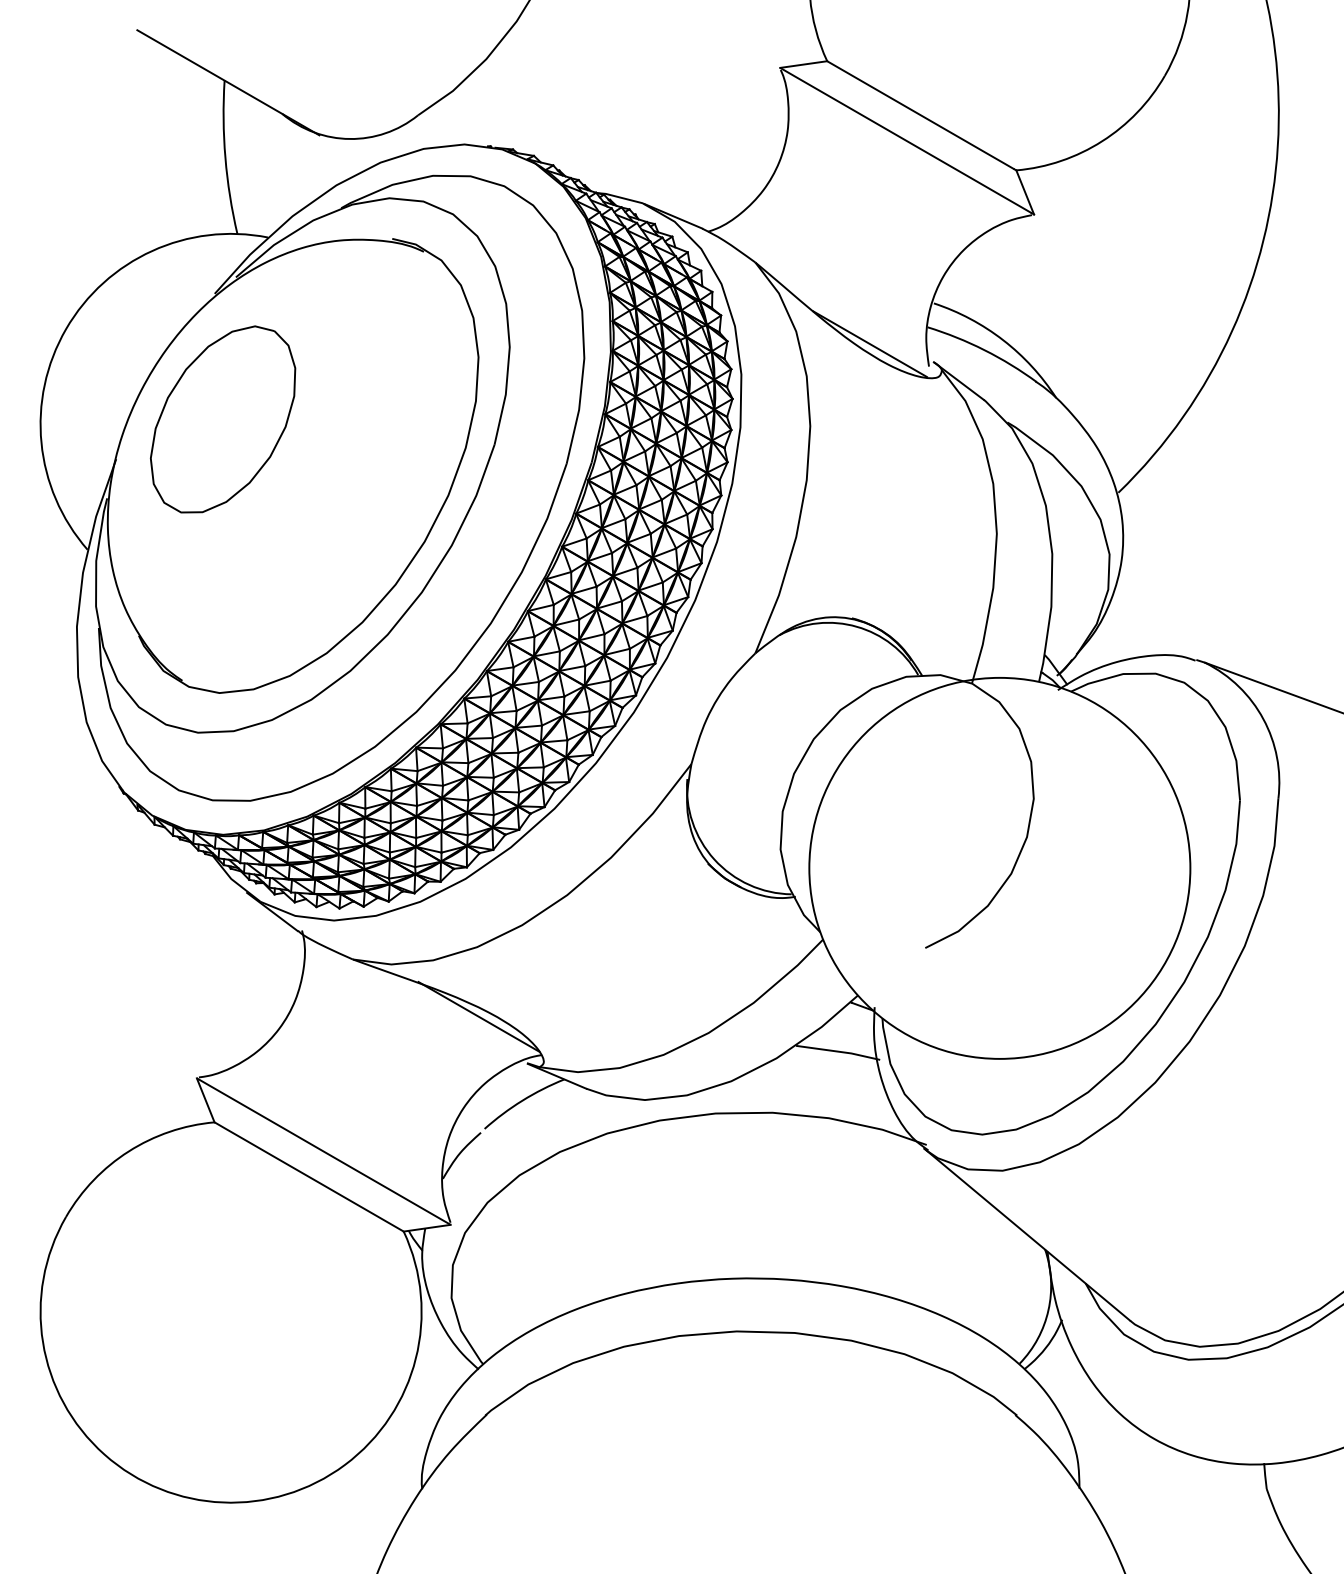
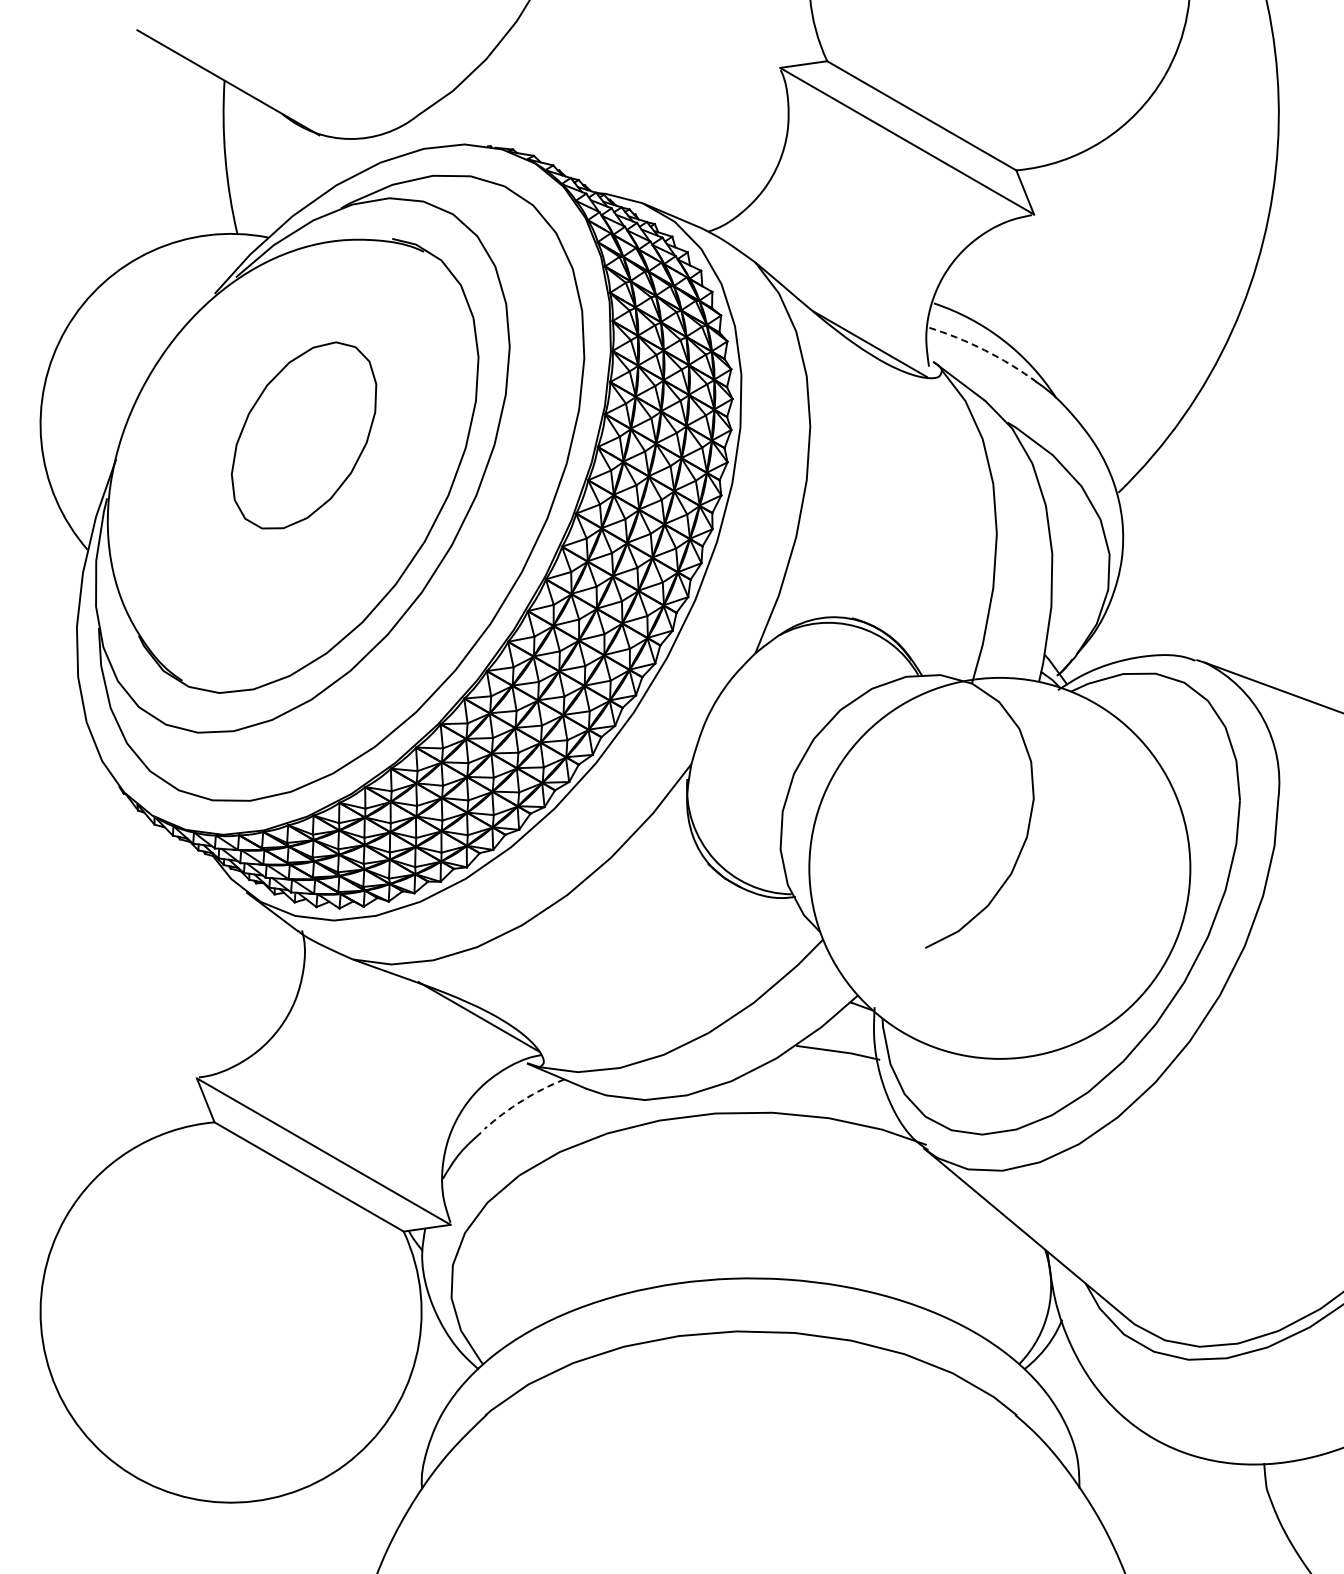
arc at (984, 350): solid -> dashed
part at (222, 419) position: (222, 419) -> (303, 435)
arc at (522, 1100): solid -> dashed
